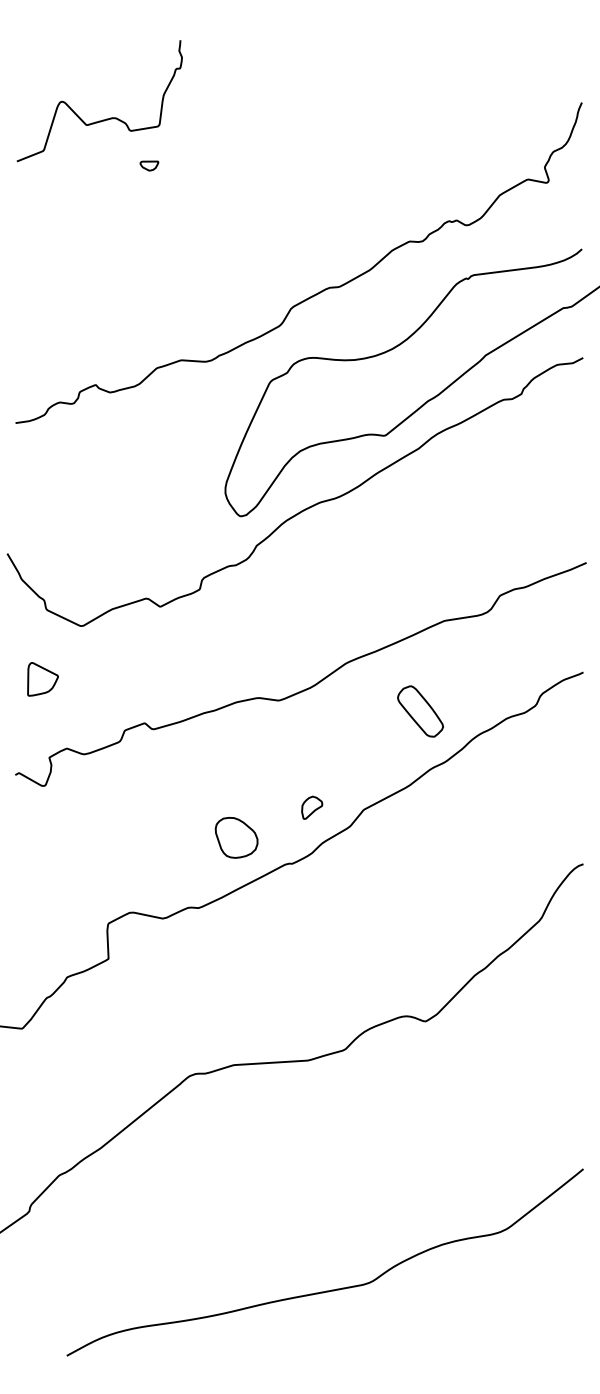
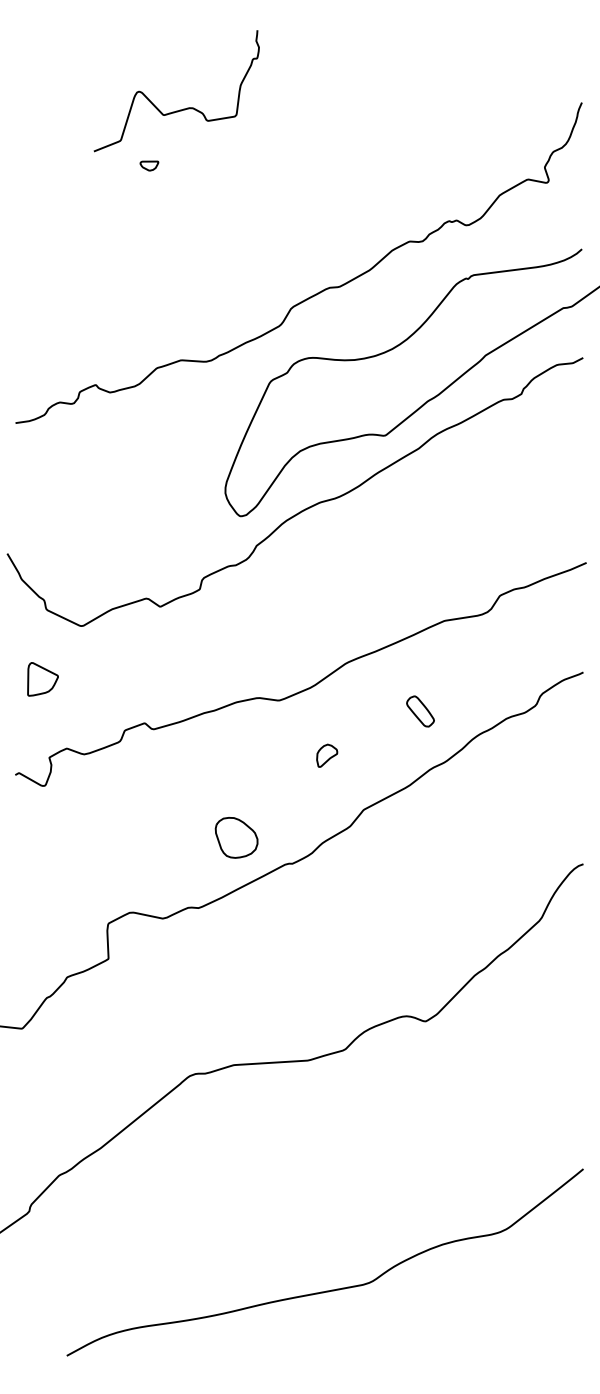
curve at (102, 119) position: (102, 119) -> (179, 109)
part at (420, 711) size: 47x53 px -> 29x33 px
part at (312, 807) position: (312, 807) -> (327, 755)
